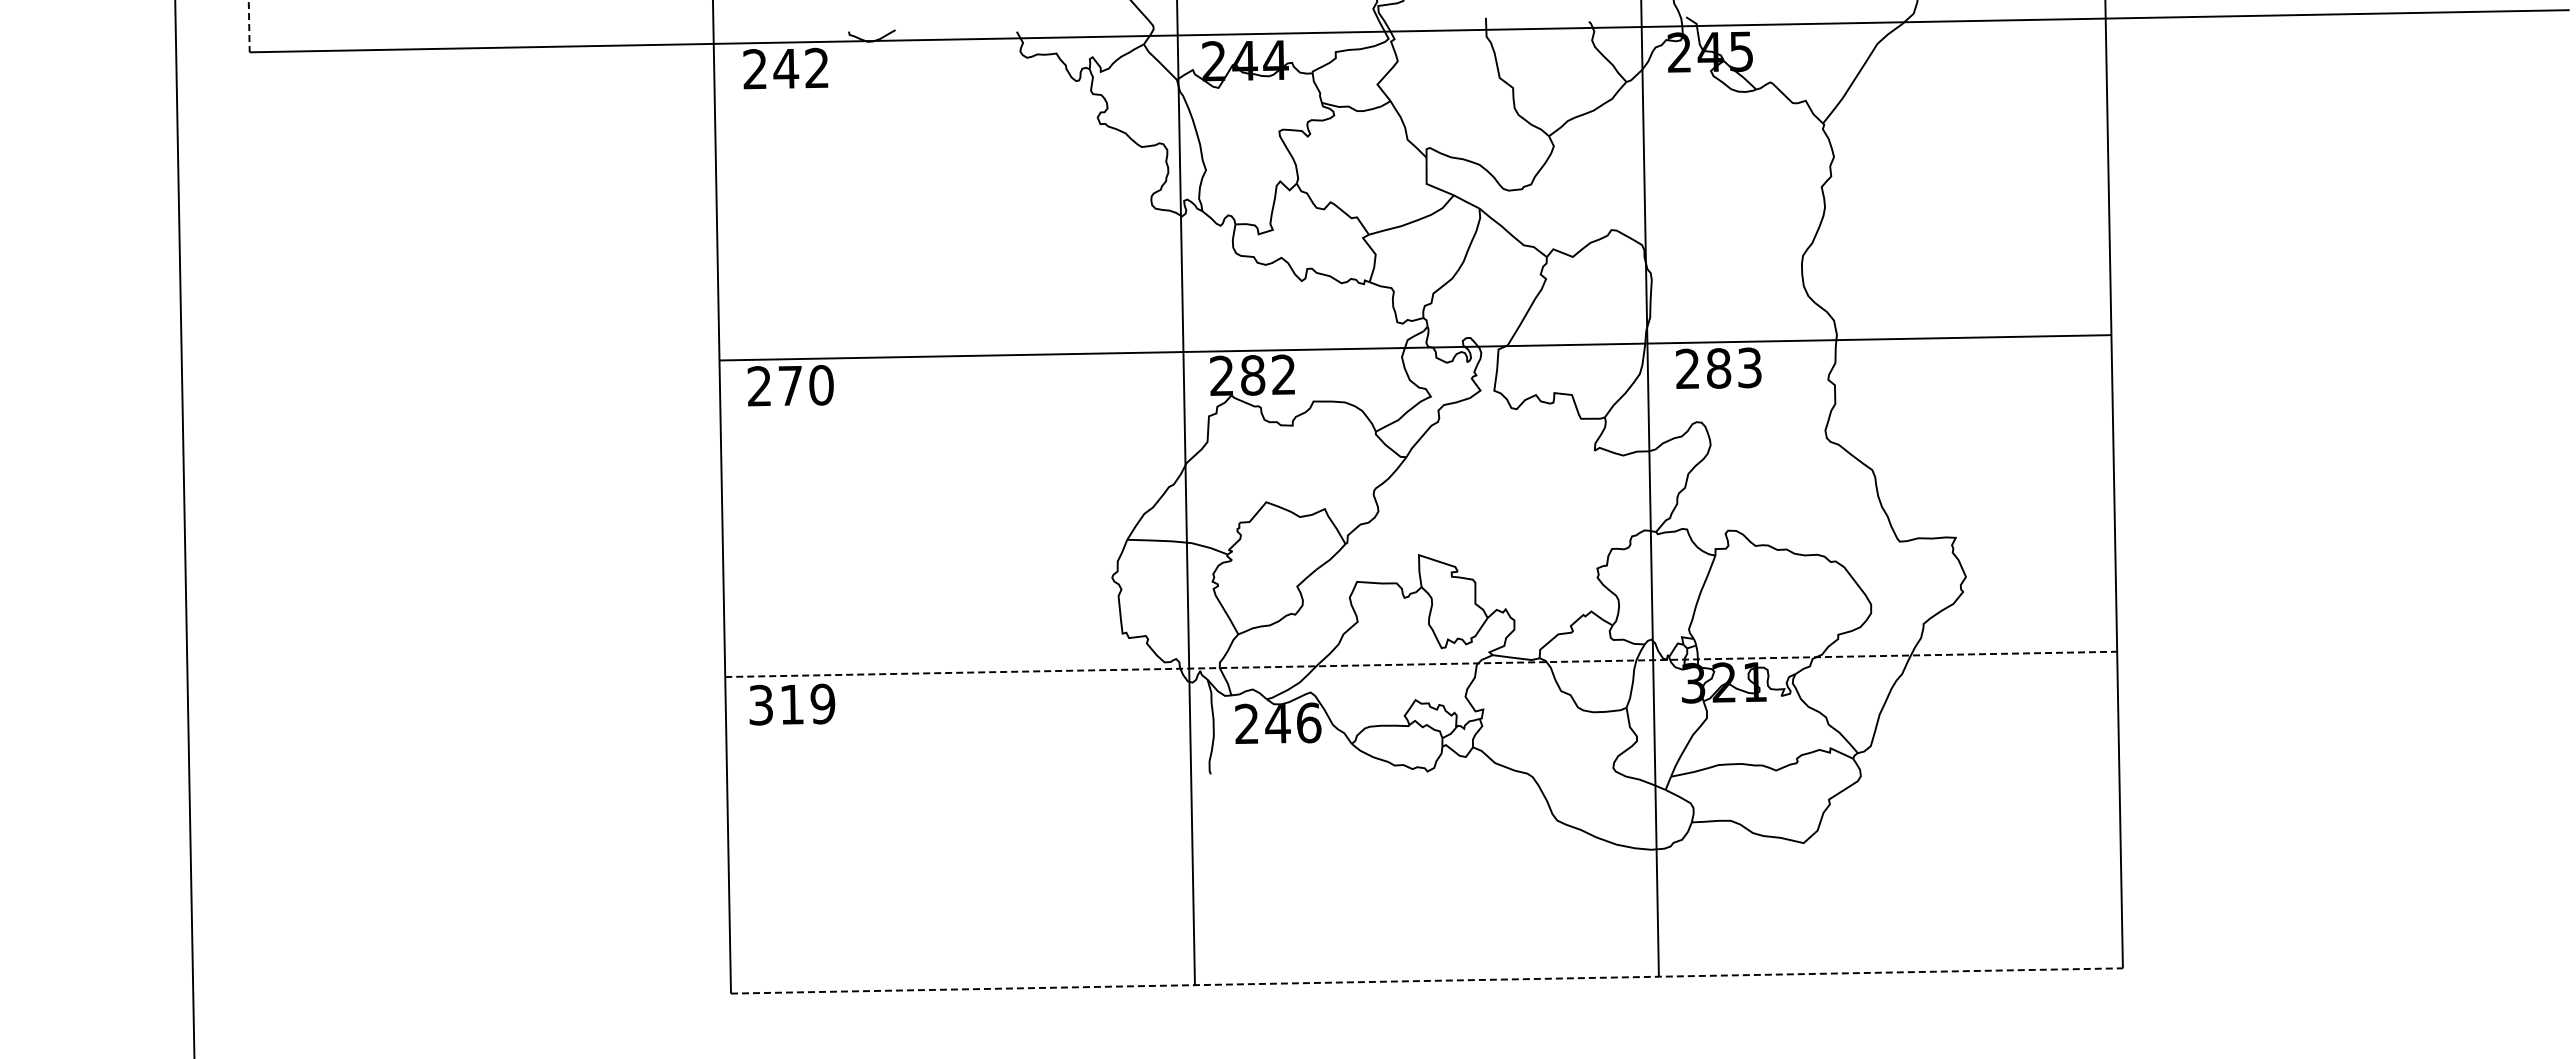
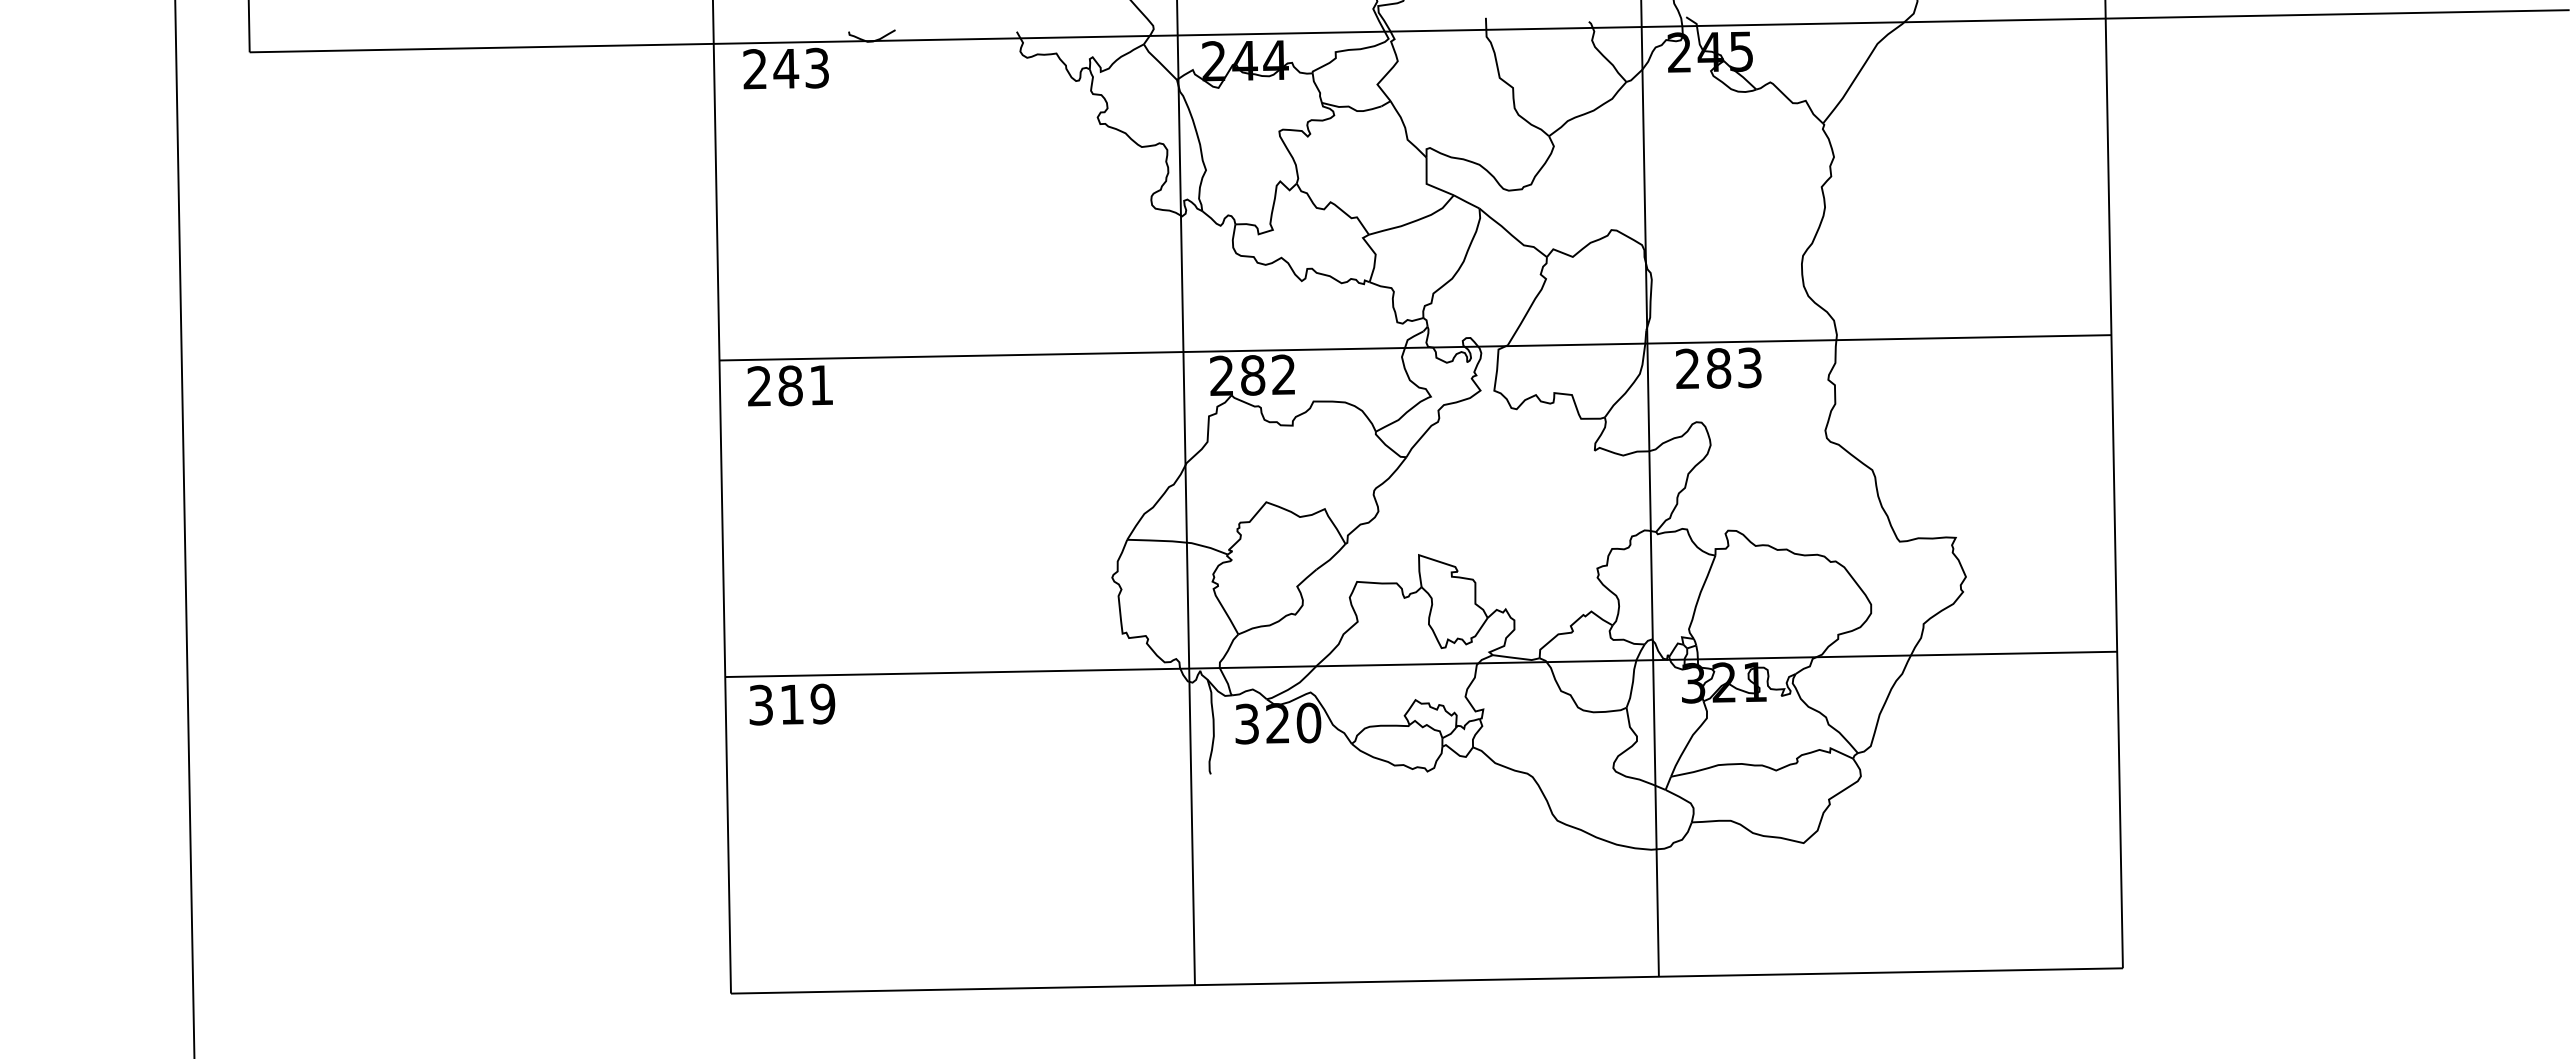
line at (249, 26): dashed -> solid
text at (816, 68): 242 -> 243
text at (805, 385): 270 -> 281
line at (1421, 664): dashed -> solid
text at (1278, 723): 246 -> 320
line at (1427, 980): dashed -> solid
